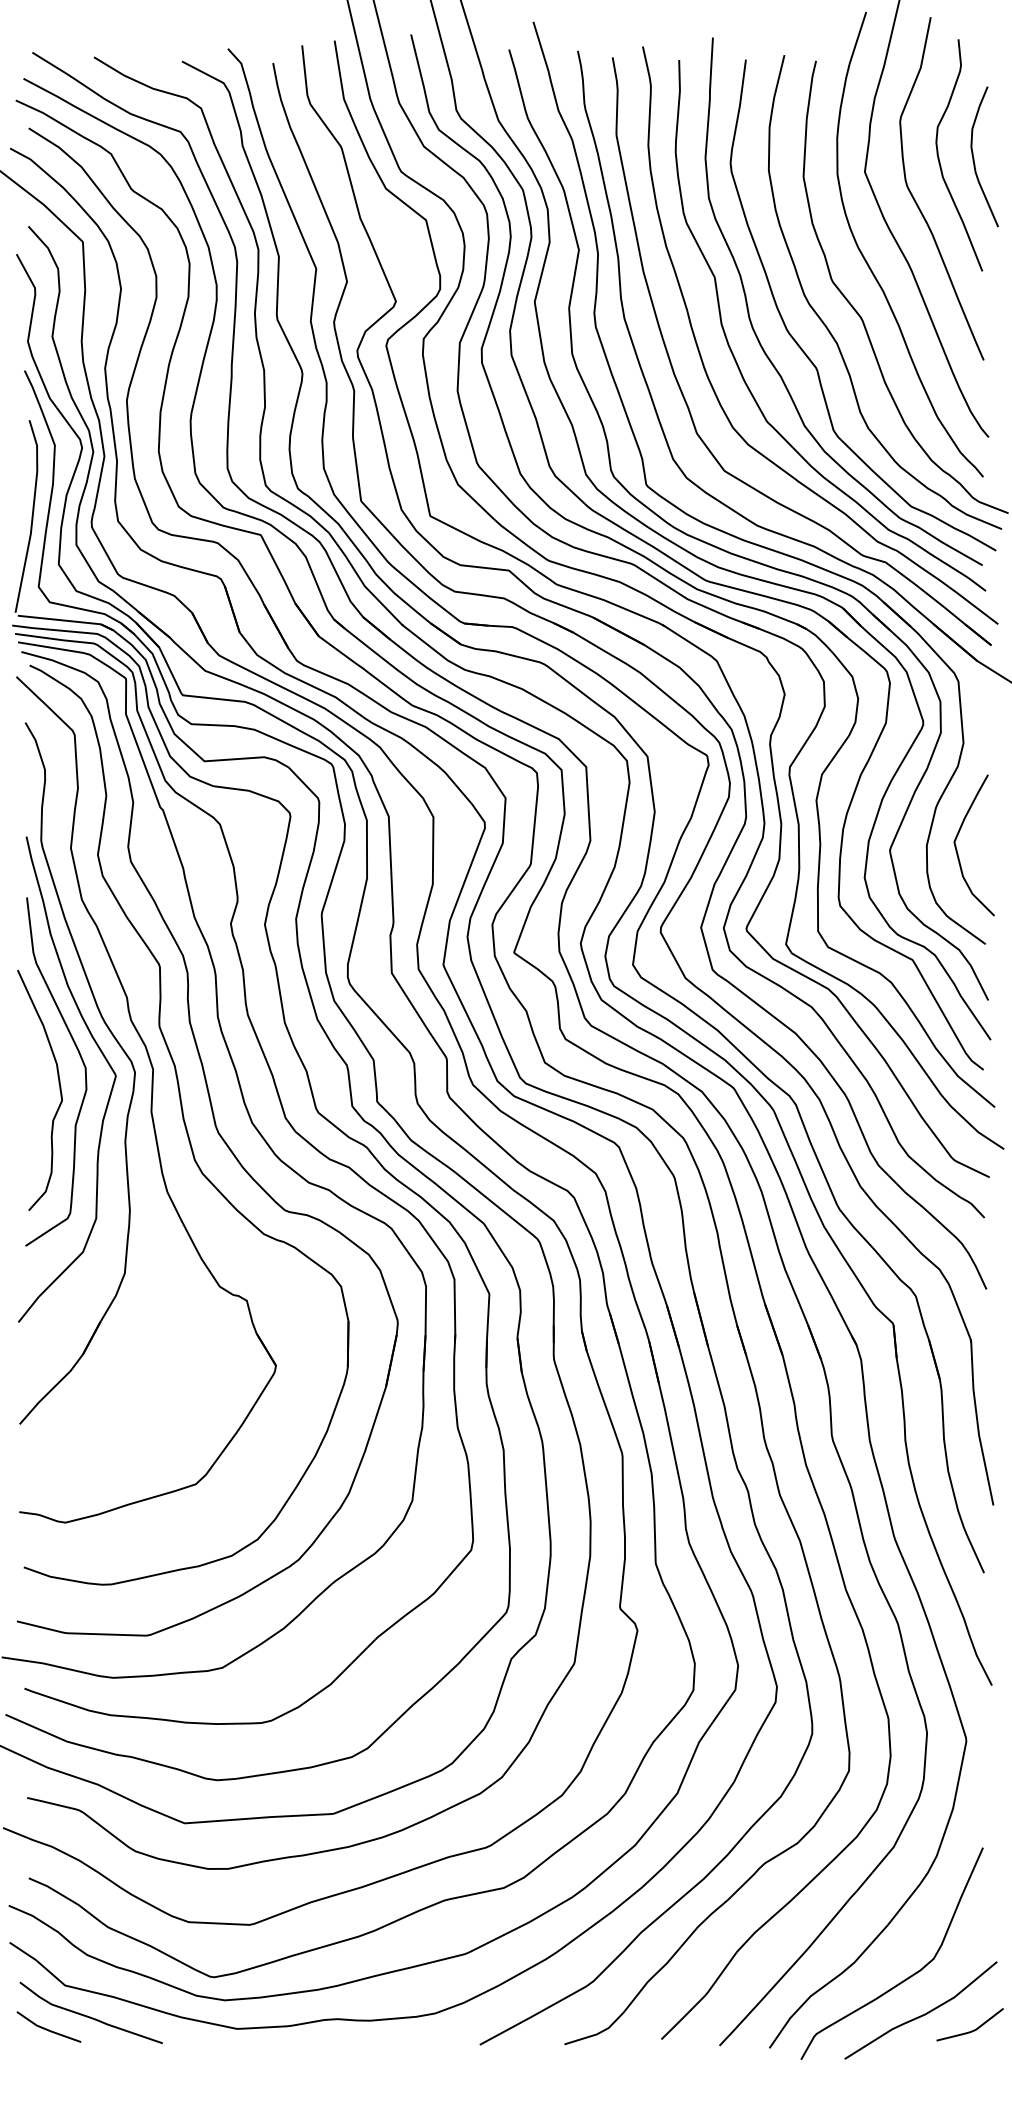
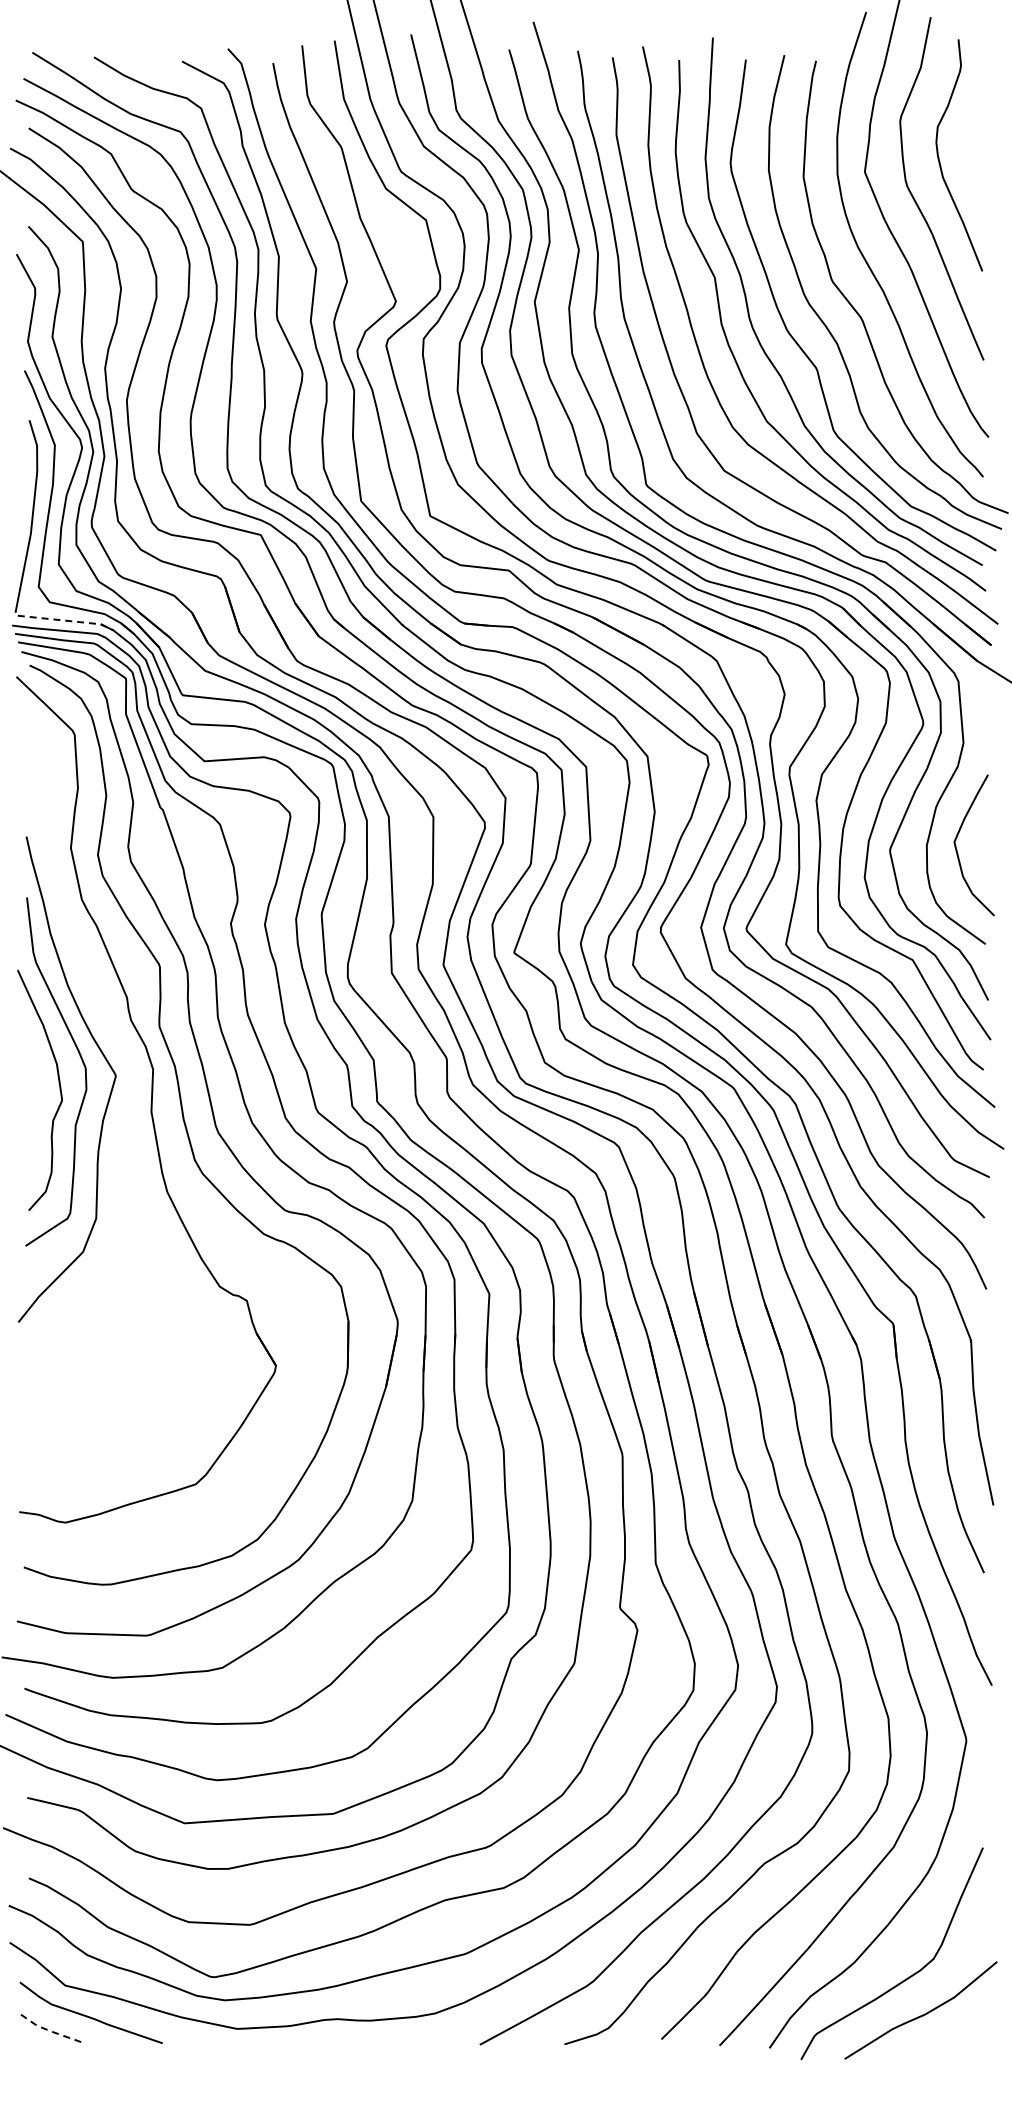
curve at (974, 157): present -> none
line at (67, 620): solid -> dashed
part at (119, 1046): present -> none
line at (47, 2029): solid -> dashed
curve at (971, 2030): present -> none
